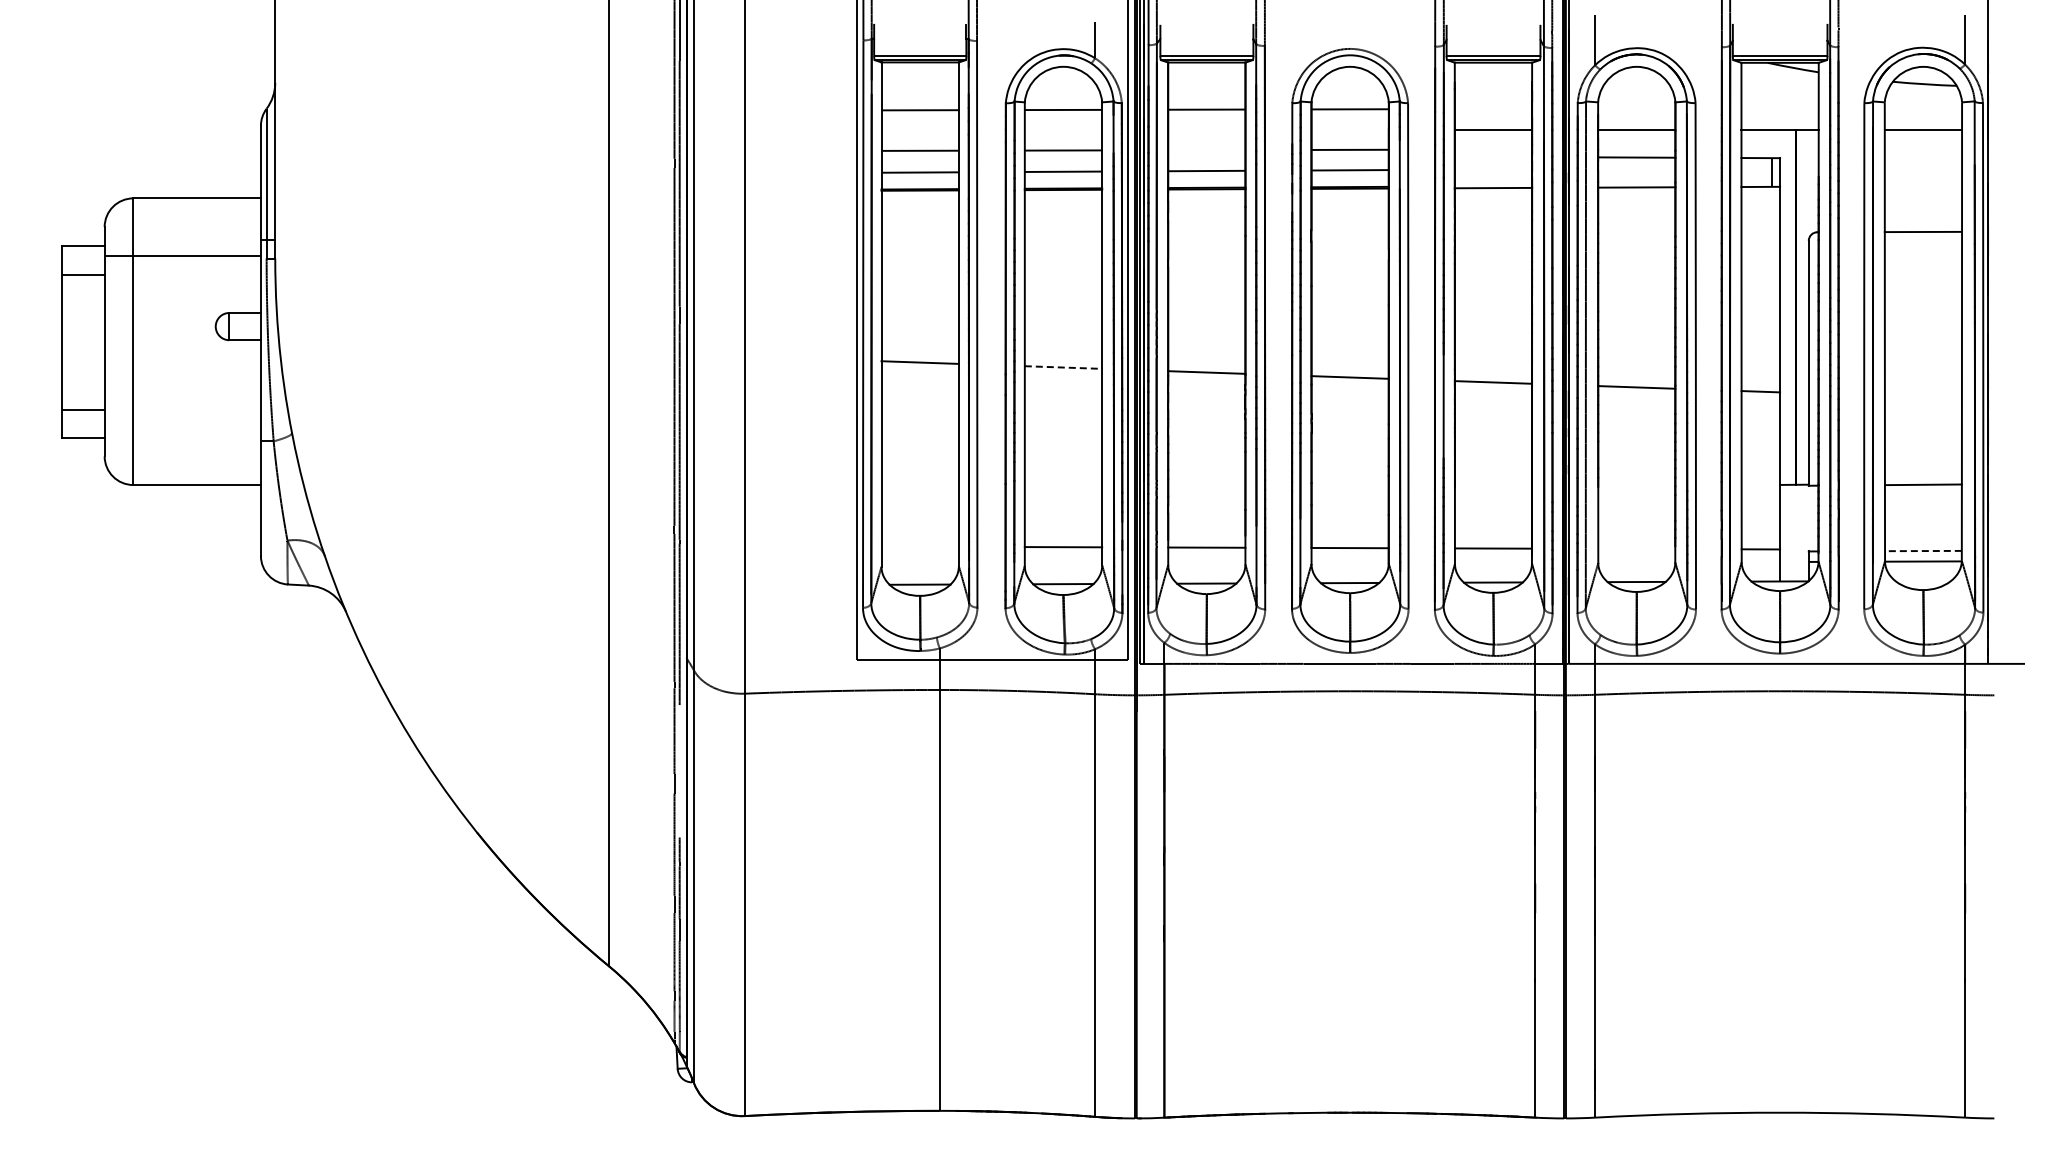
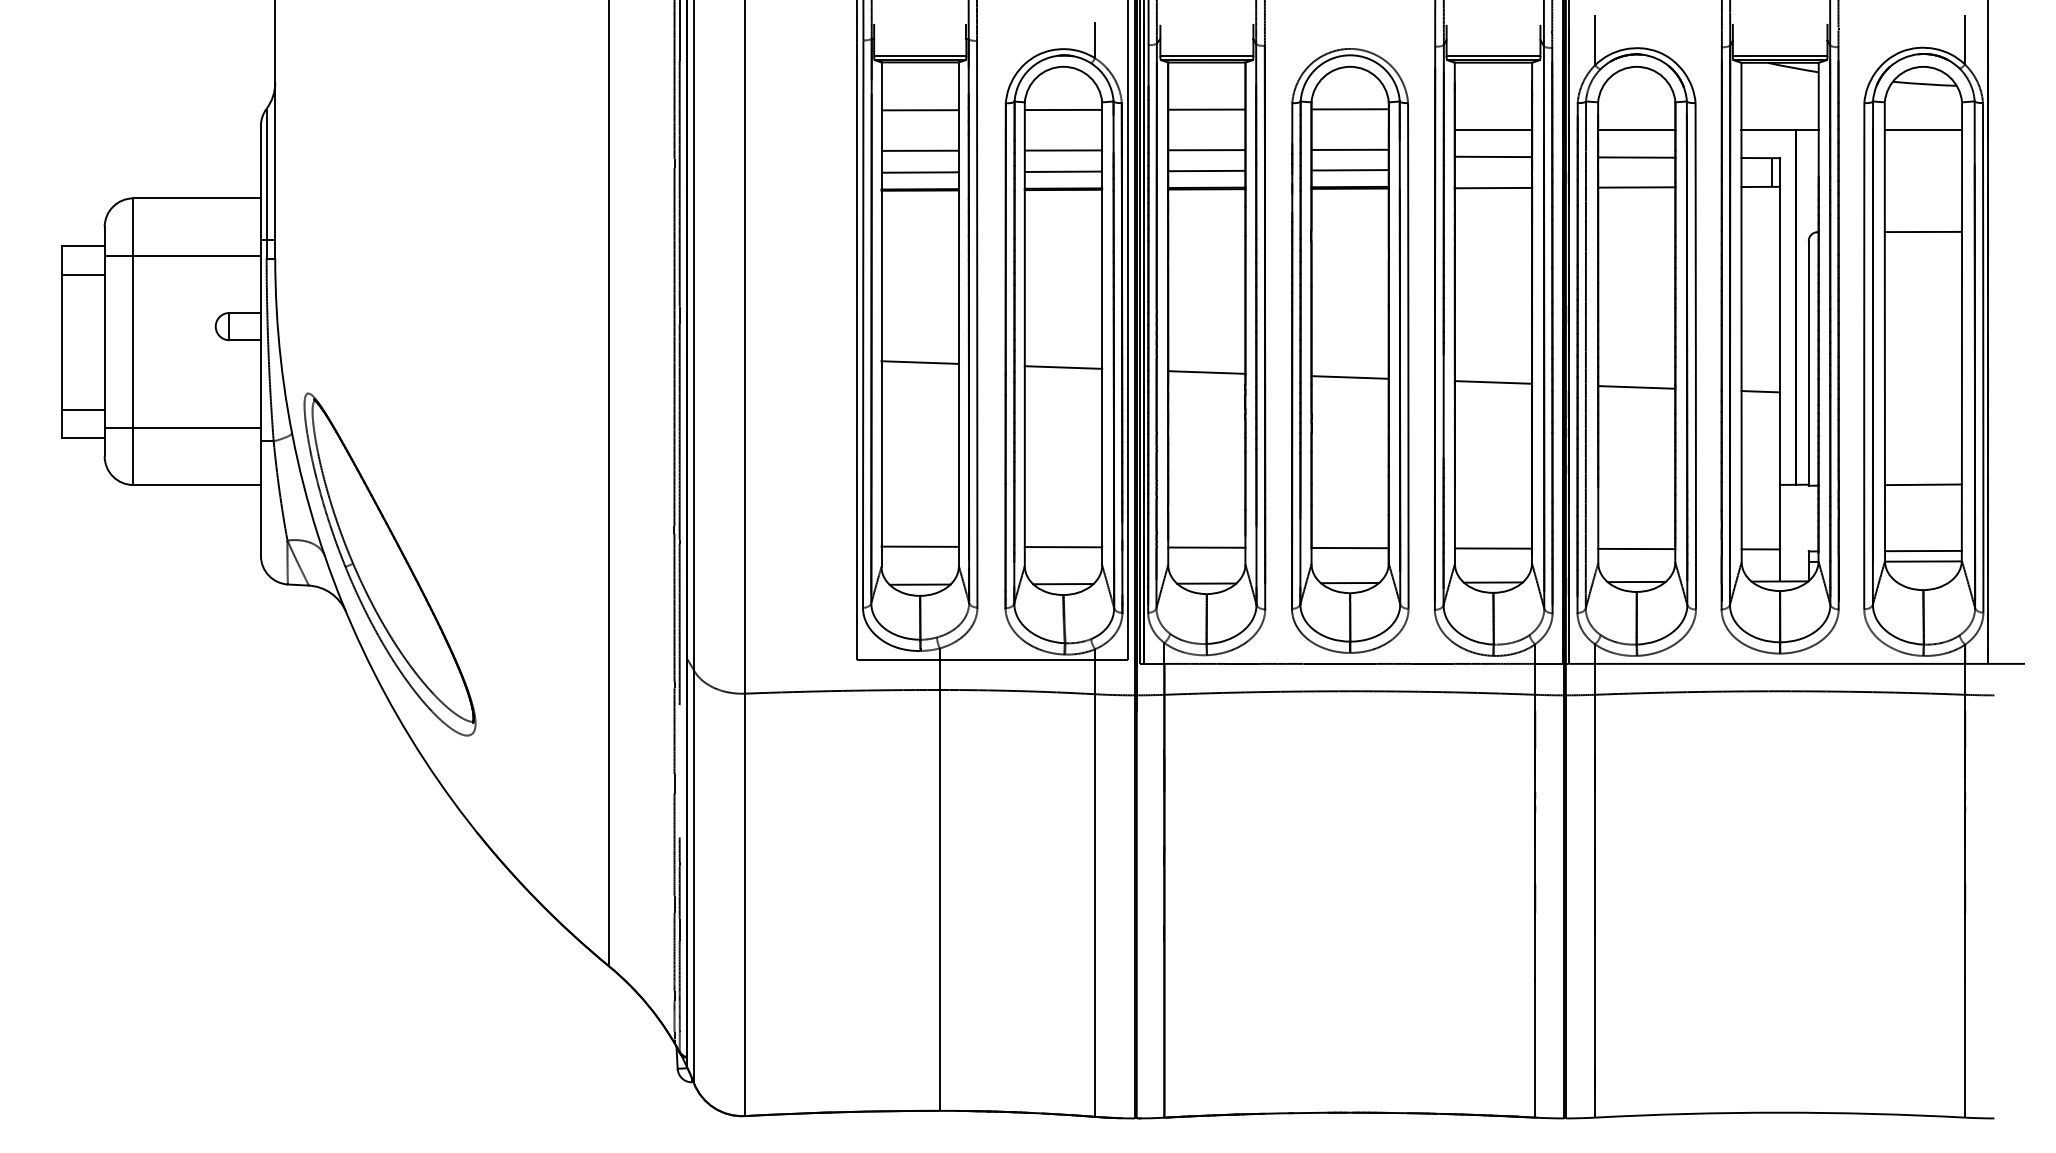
line at (1206, 150): none -> present
line at (1493, 156): none -> present
line at (1063, 367): dashed -> solid
line at (182, 427): none -> present
line at (919, 546): none -> present
line at (1636, 548): none -> present
line at (1922, 551): dashed -> solid
part at (389, 564): none -> present
